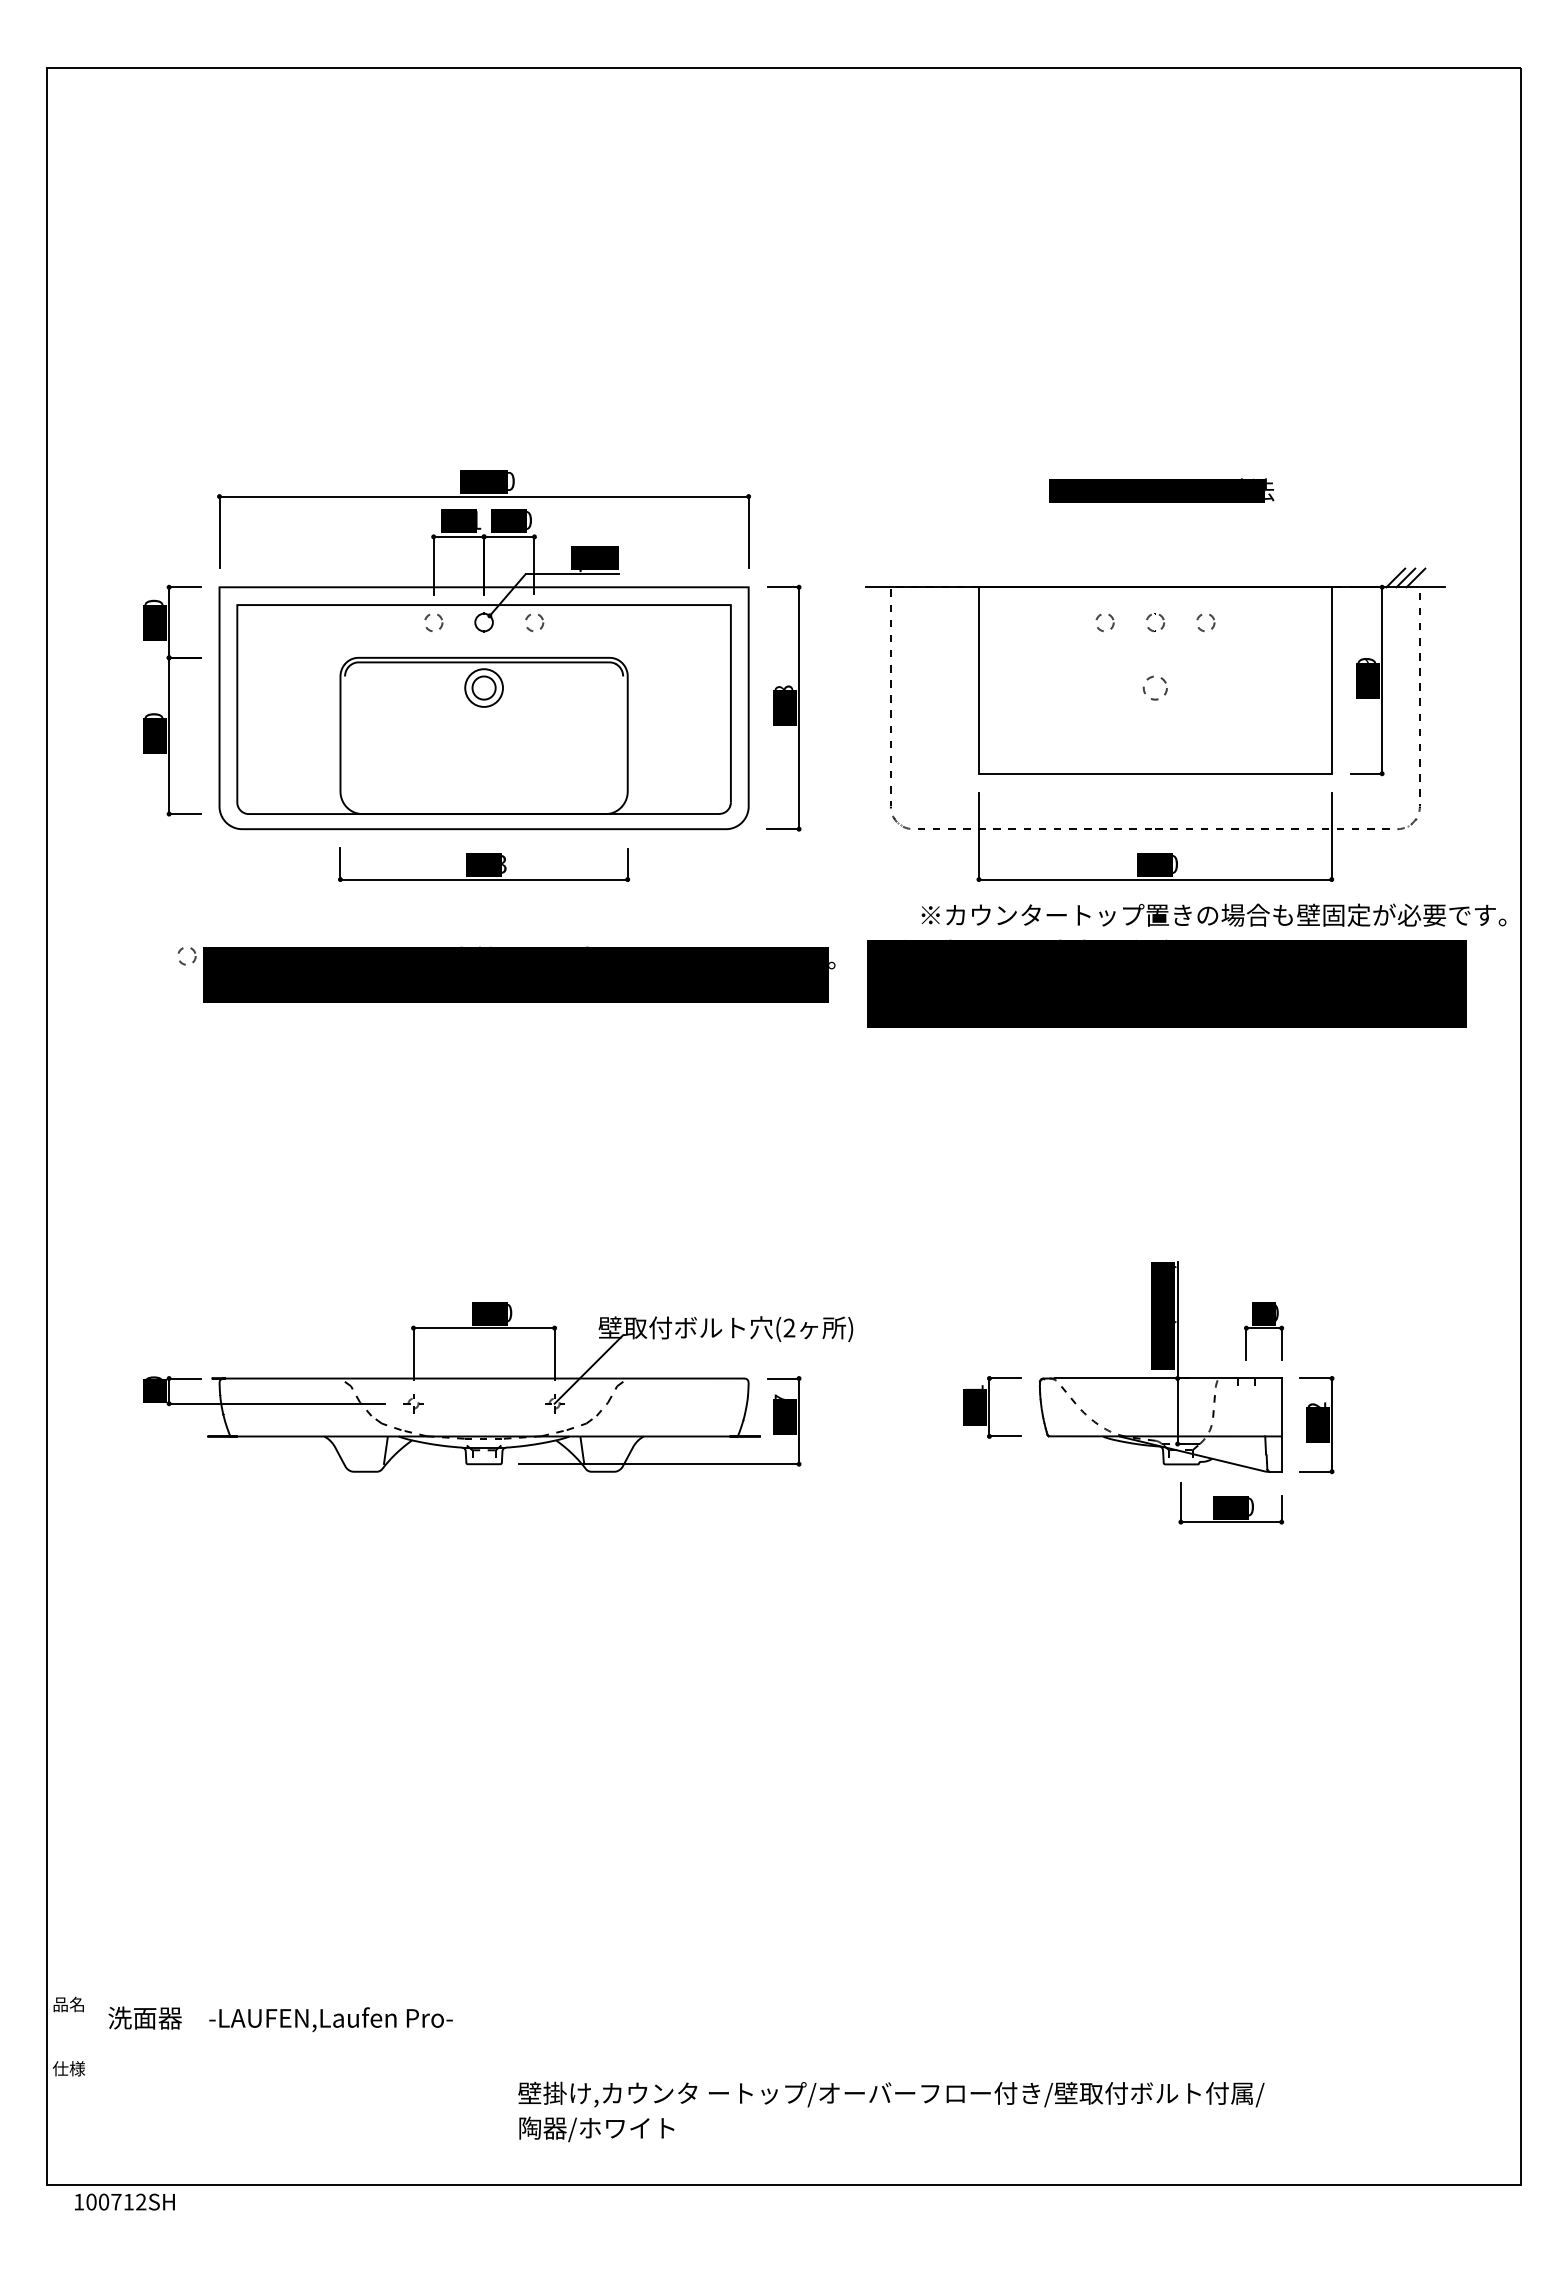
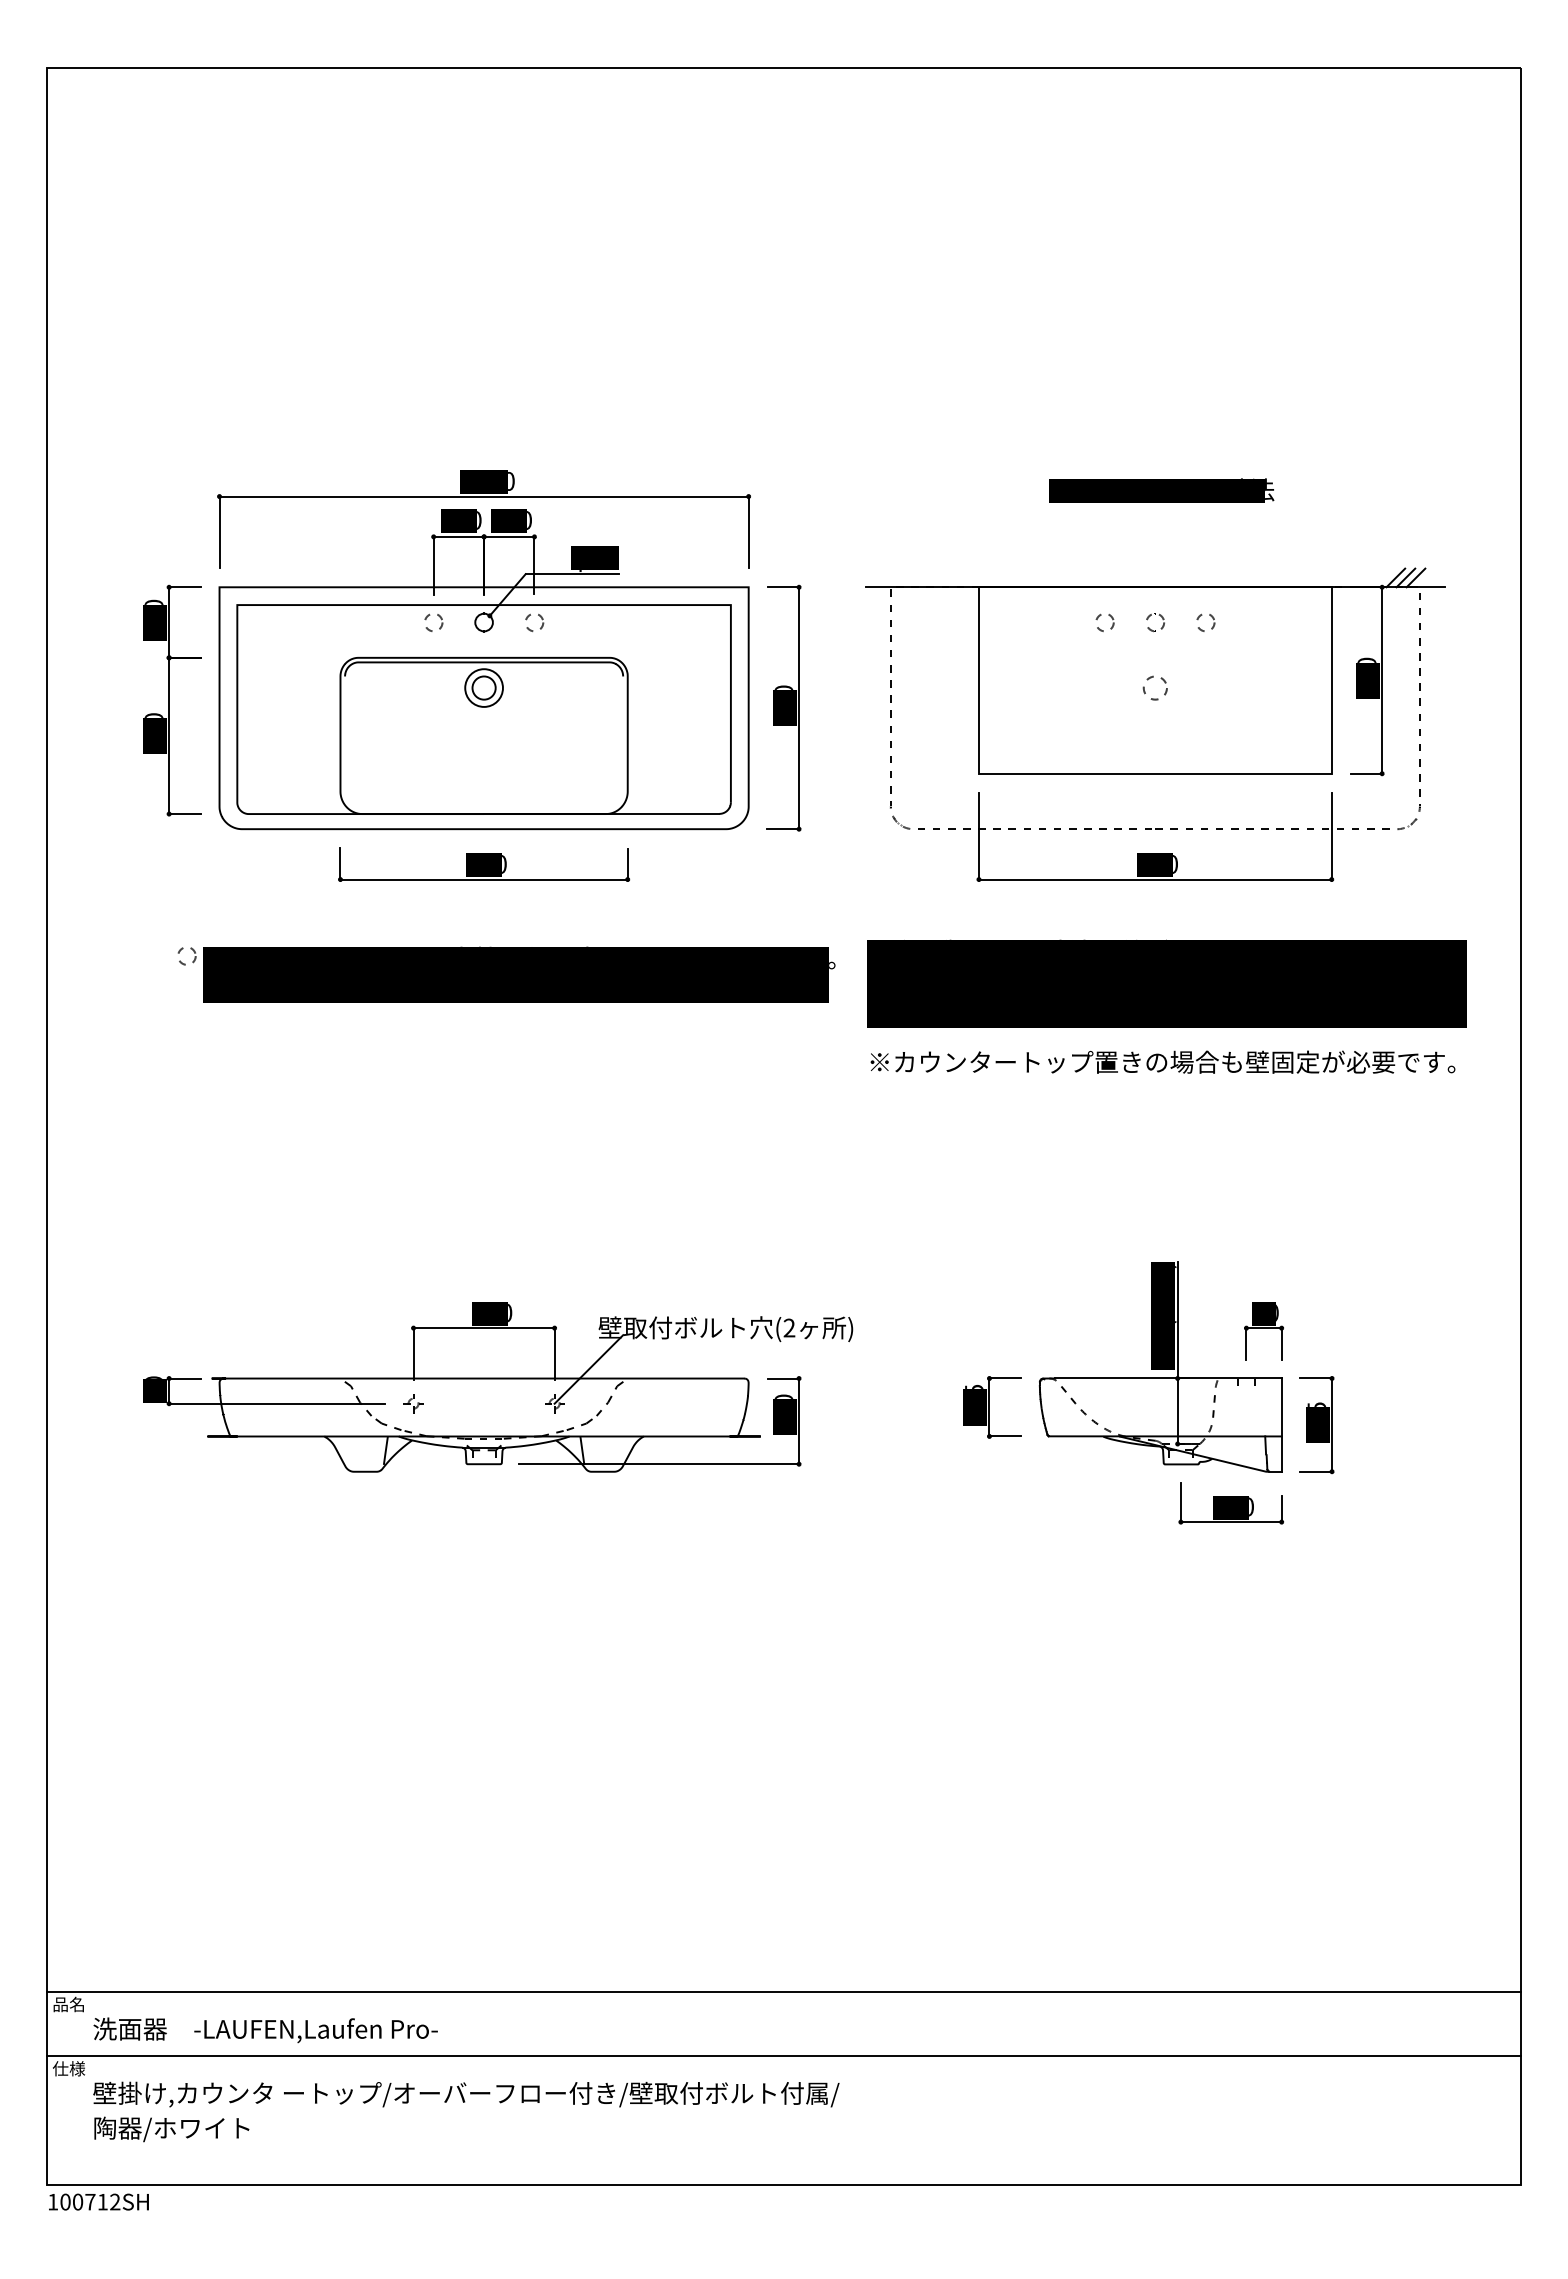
text at (479, 520): 101 -> 100
text at (1366, 659): 379 -> 370
text at (784, 687): 488 -> 480
text at (504, 864): 333 -> 570
text at (1213, 914) position: (1213, 914) -> (1162, 1061)
text at (974, 1386): 131 -> 115
text at (783, 1396): 227 -> 170
text at (1316, 1404): 122 -> 185
line at (783, 1992): none -> present
text at (280, 2019) position: (280, 2019) -> (265, 2030)
line at (783, 2056): none -> present
text at (891, 2111) position: (891, 2111) -> (466, 2111)
text at (124, 2201) position: (124, 2201) -> (98, 2201)
